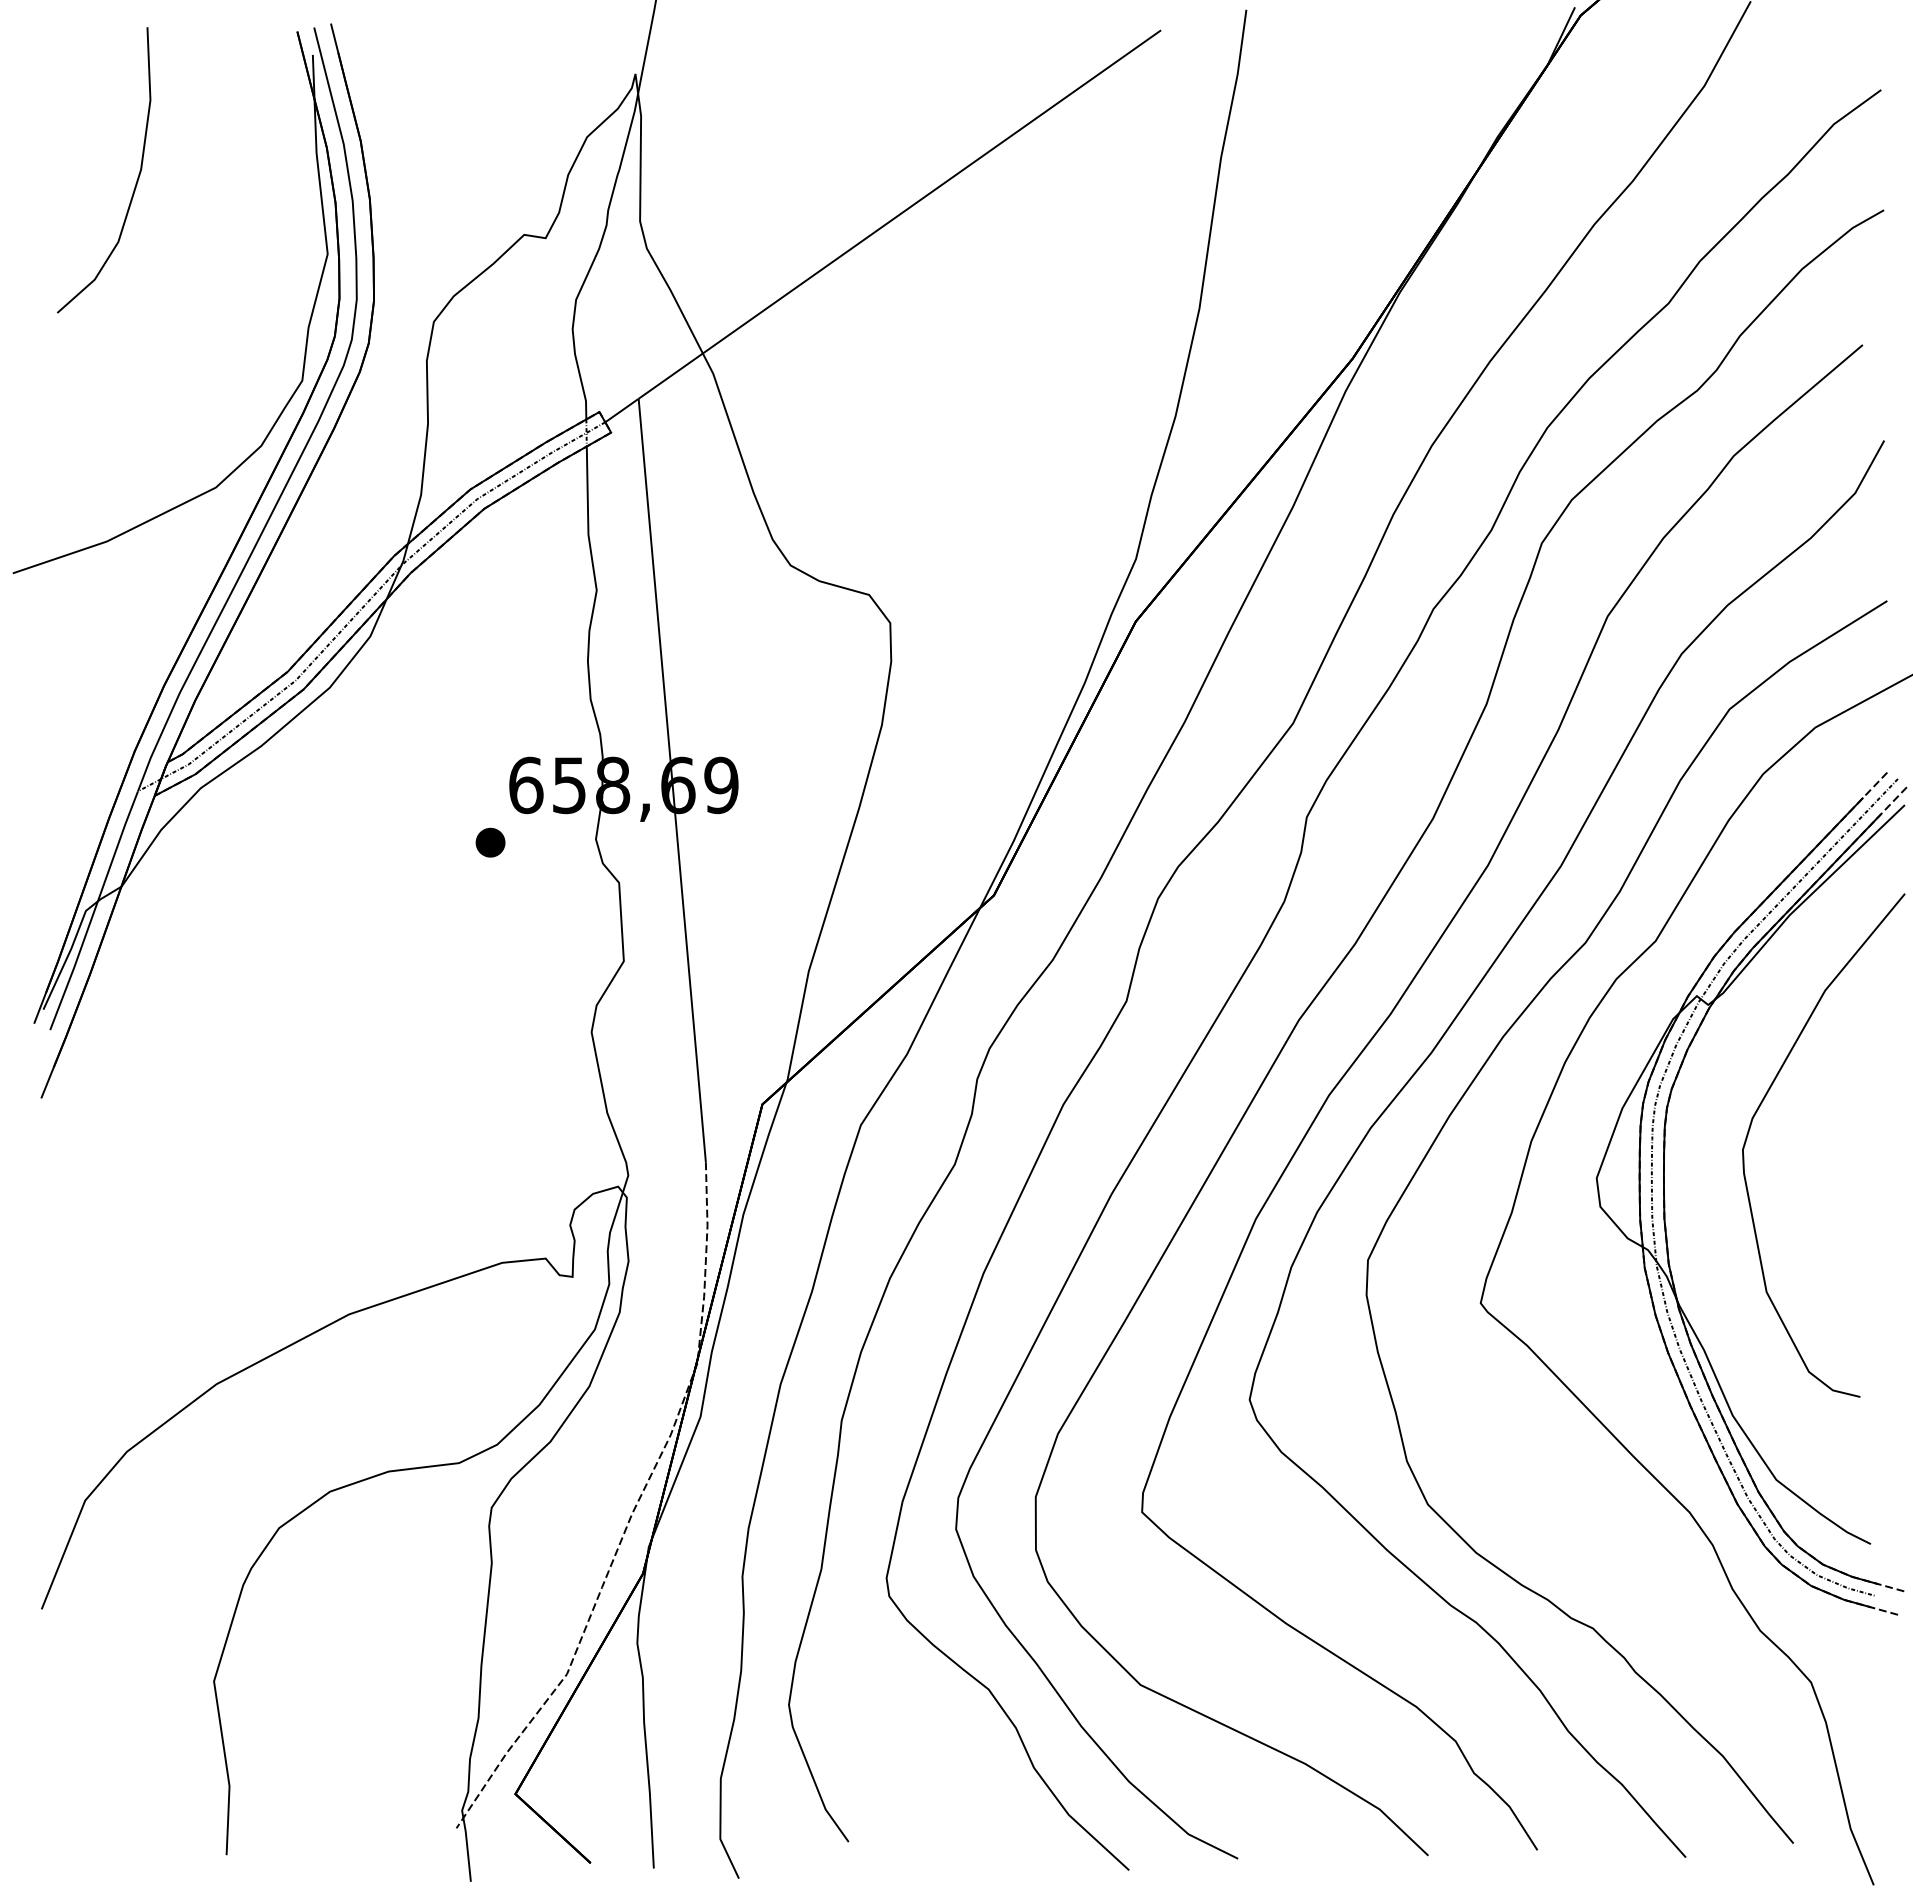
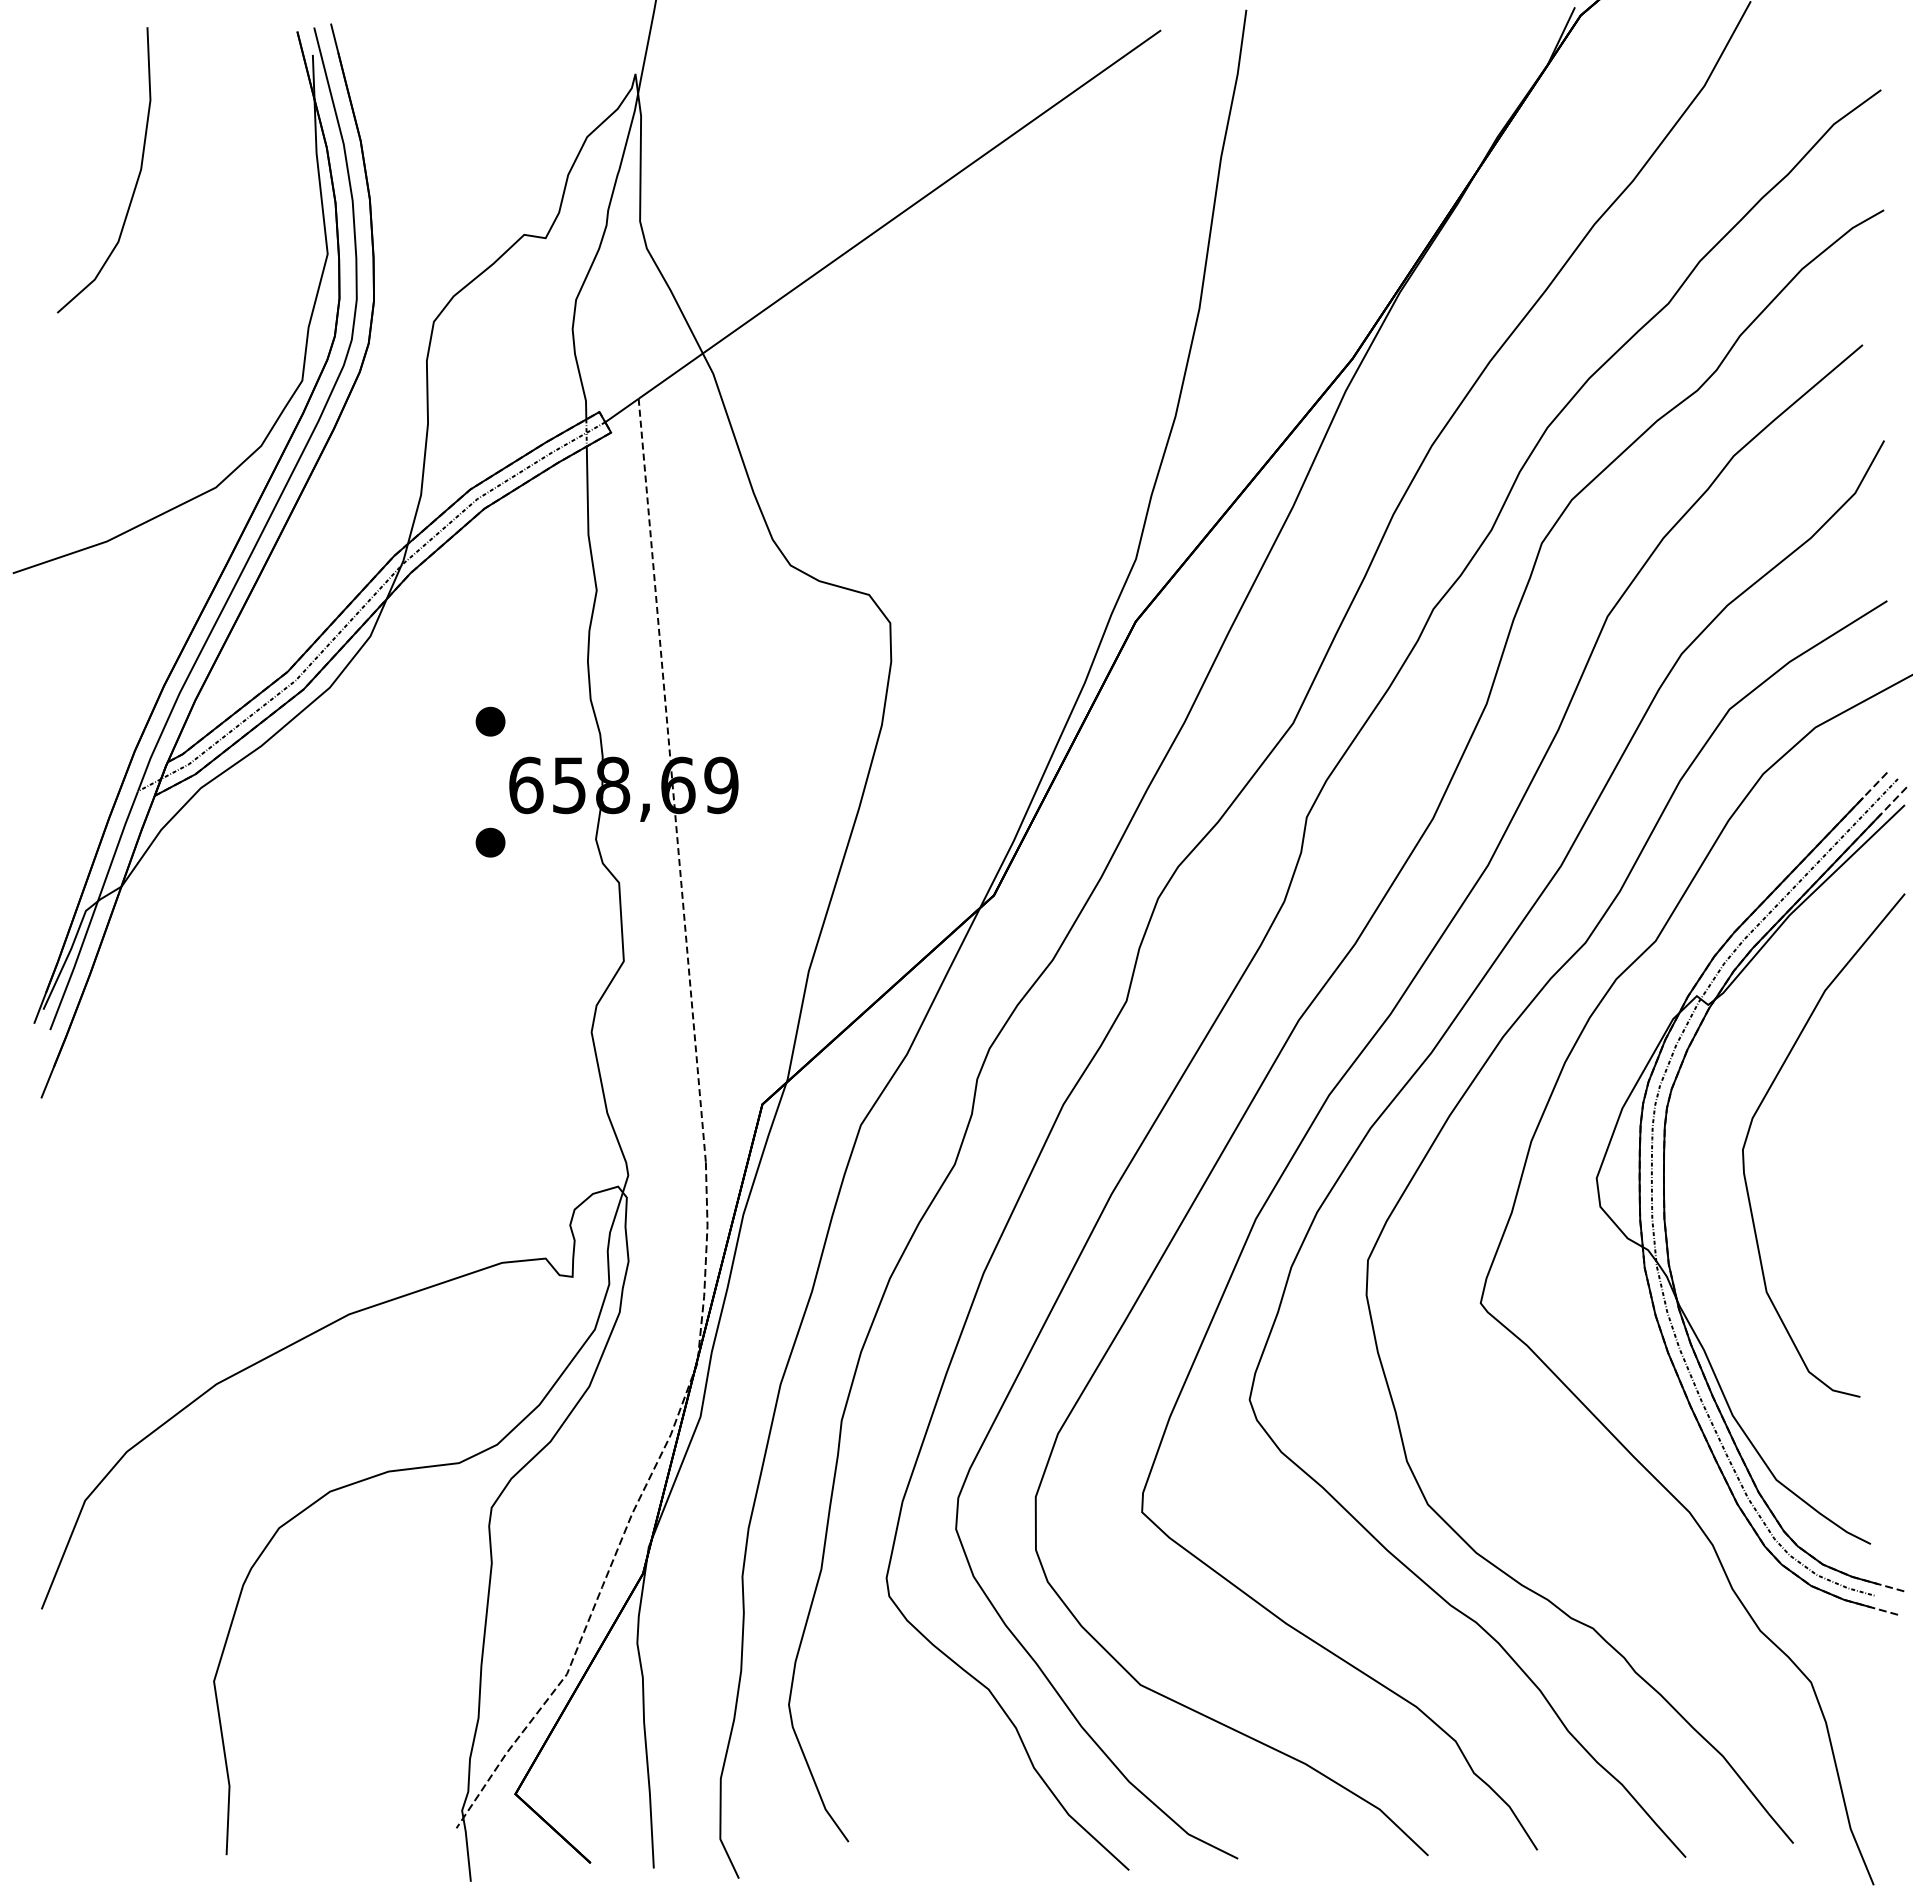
part at (490, 721): none -> present
line at (672, 781): solid -> dashed
